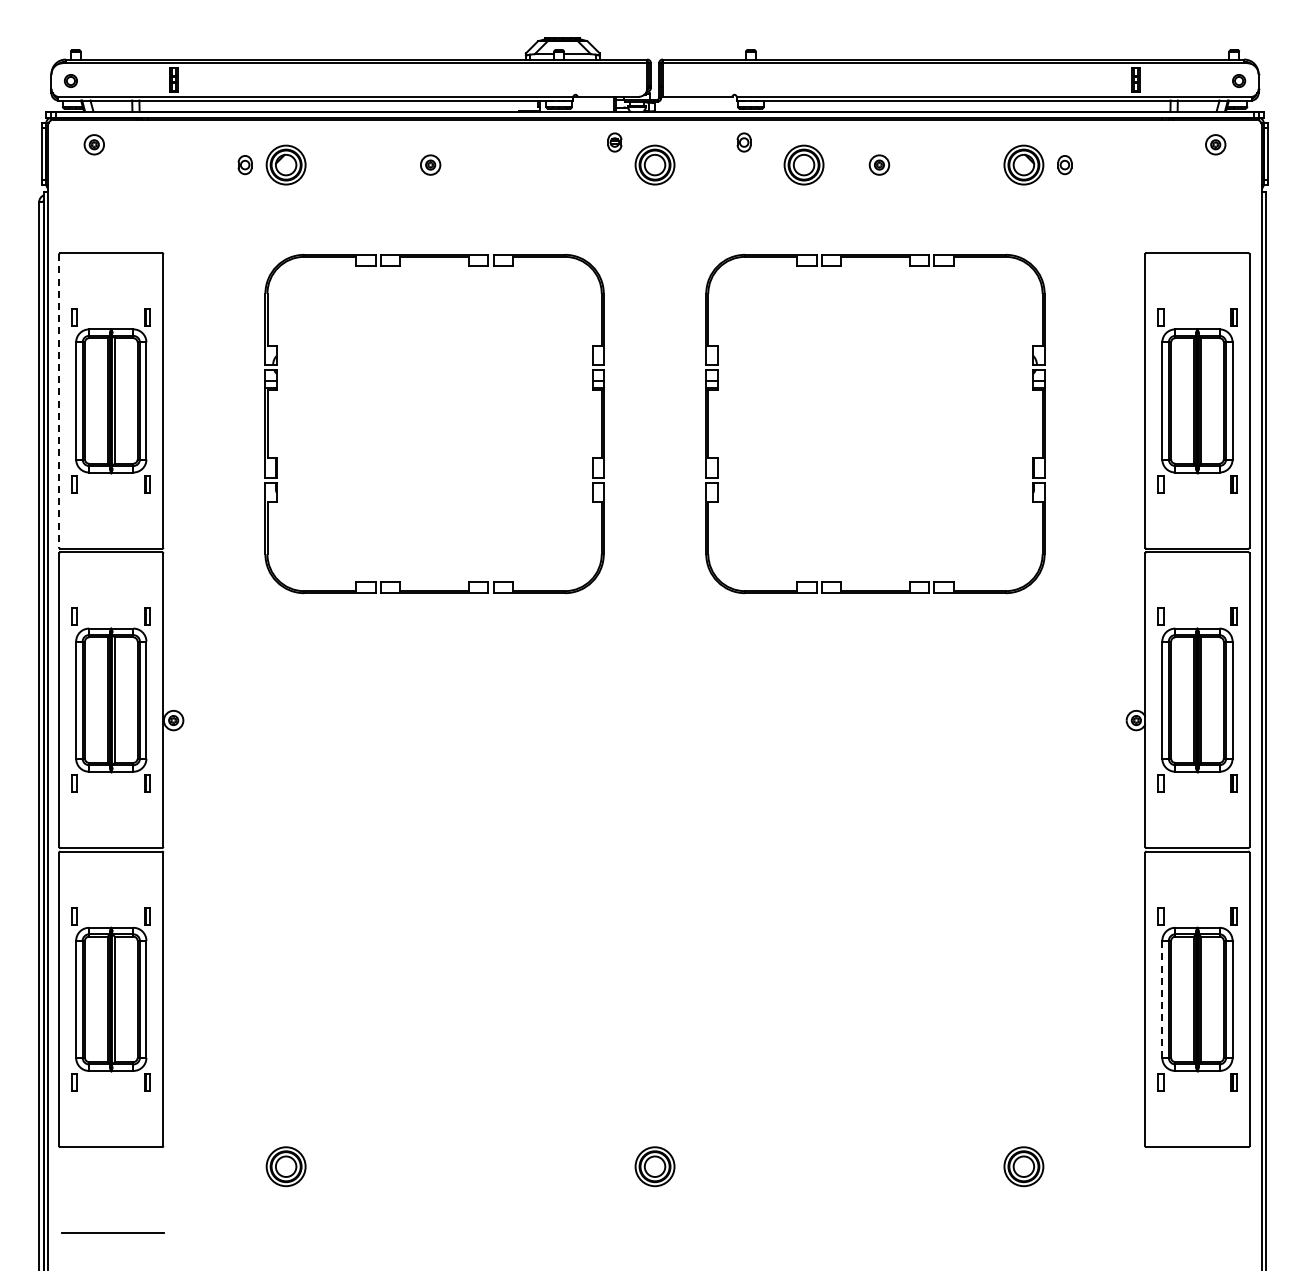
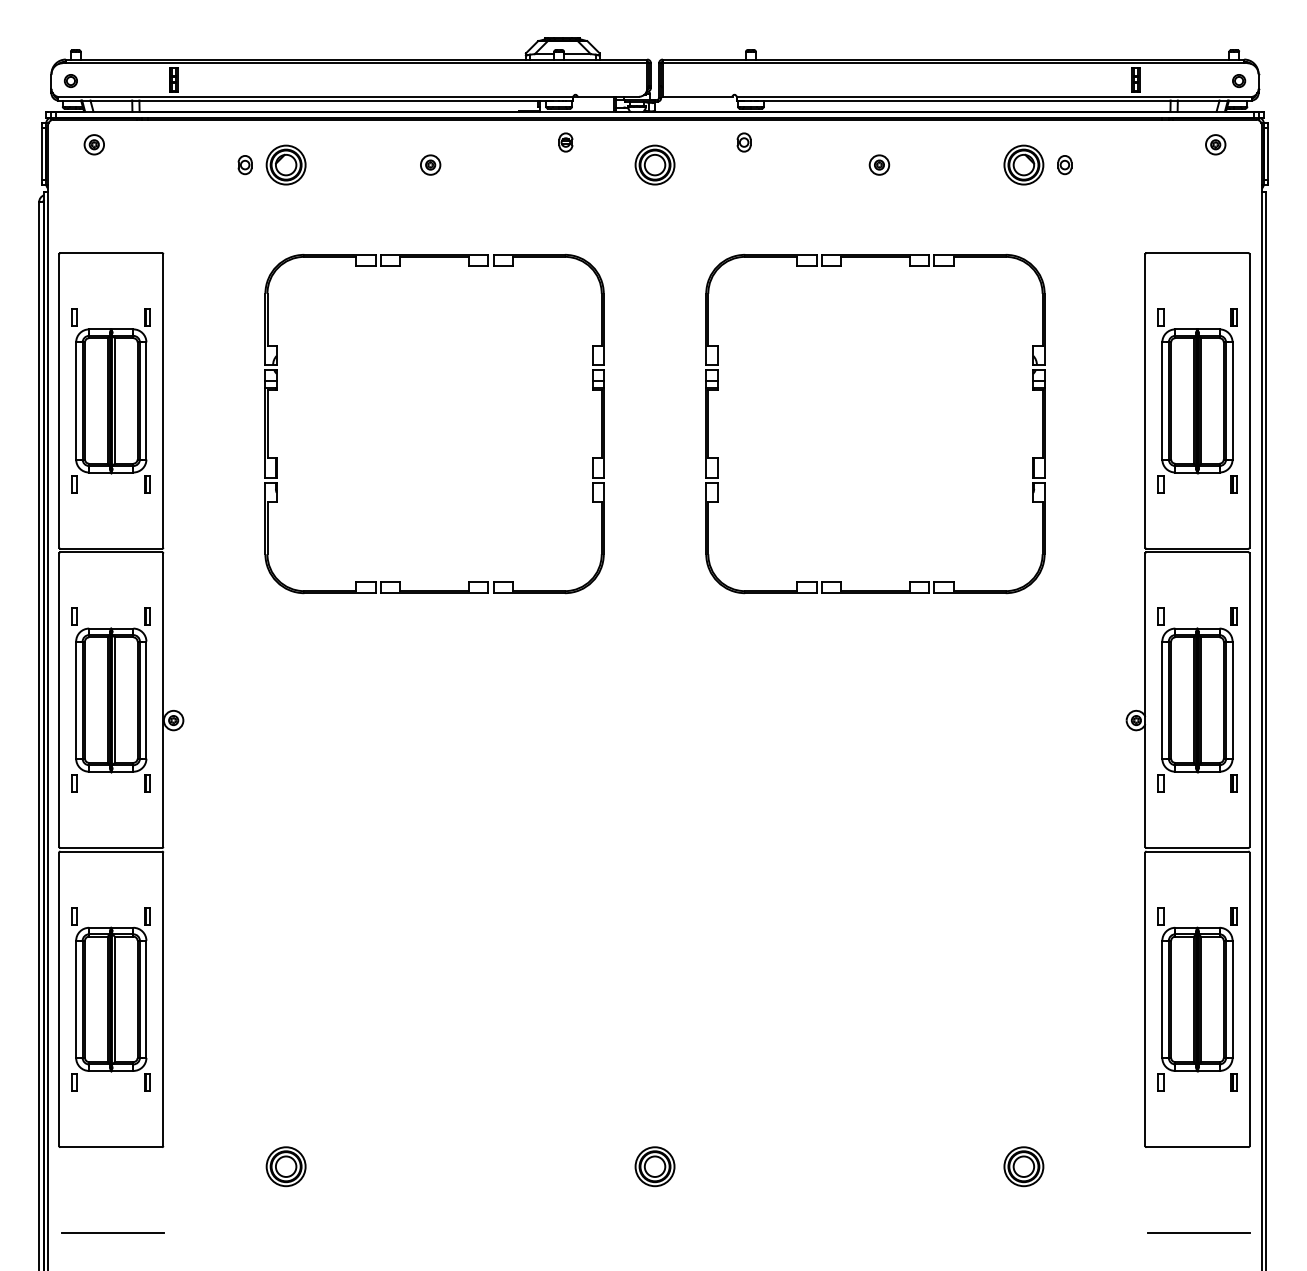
part at (614, 142) position: (614, 142) -> (565, 142)
part at (803, 164): present -> none
line at (59, 400): dashed -> solid
line at (1162, 999): dashed -> solid
line at (1198, 1232): none -> present
